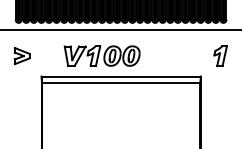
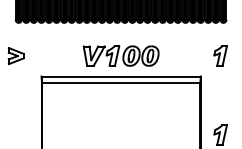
line at (120, 30): present -> none
part at (101, 55) position: (101, 55) -> (120, 55)
part at (21, 56) position: (21, 56) -> (15, 56)
part at (220, 134): none -> present
